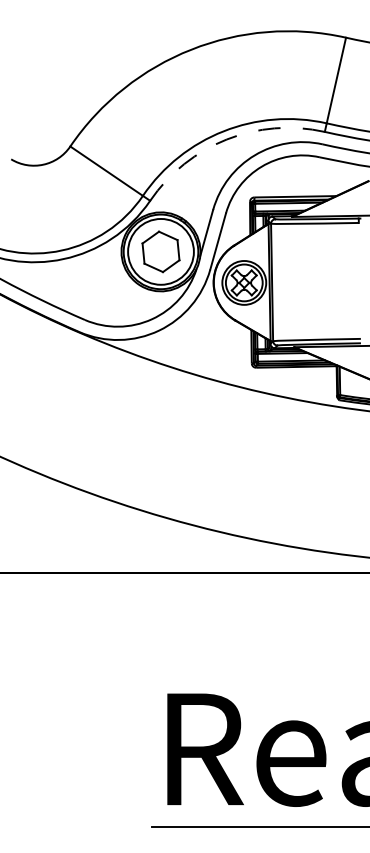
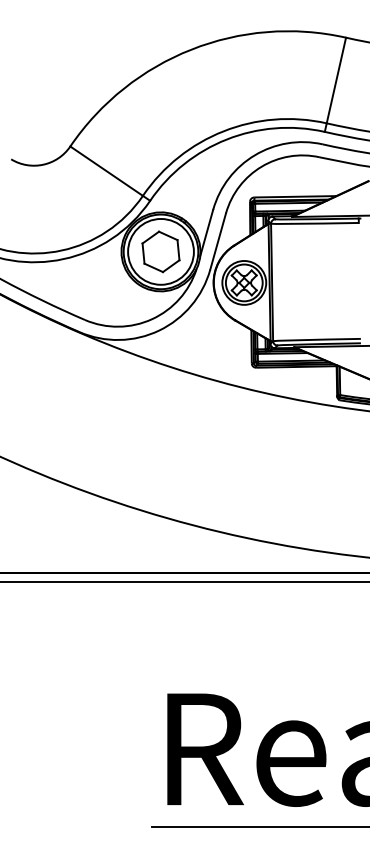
arc at (226, 139): dashed -> solid
line at (184, 582): none -> present
